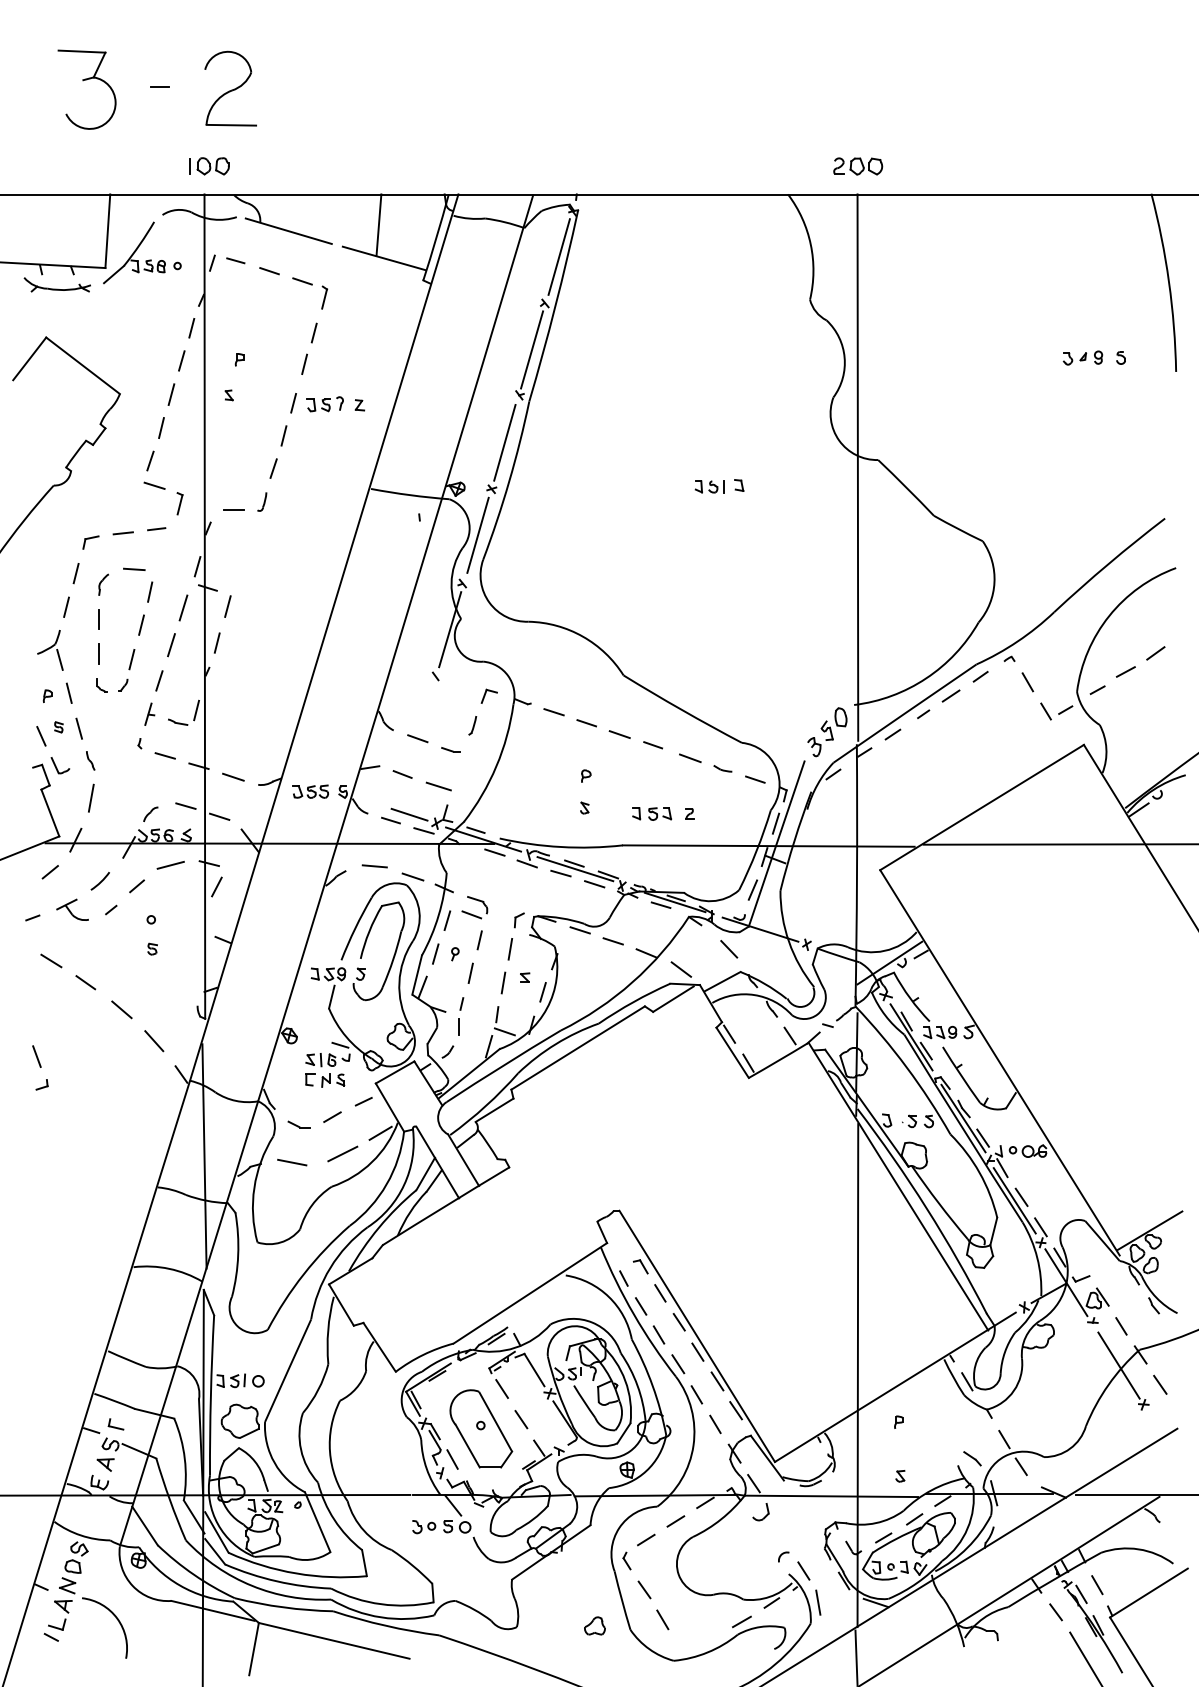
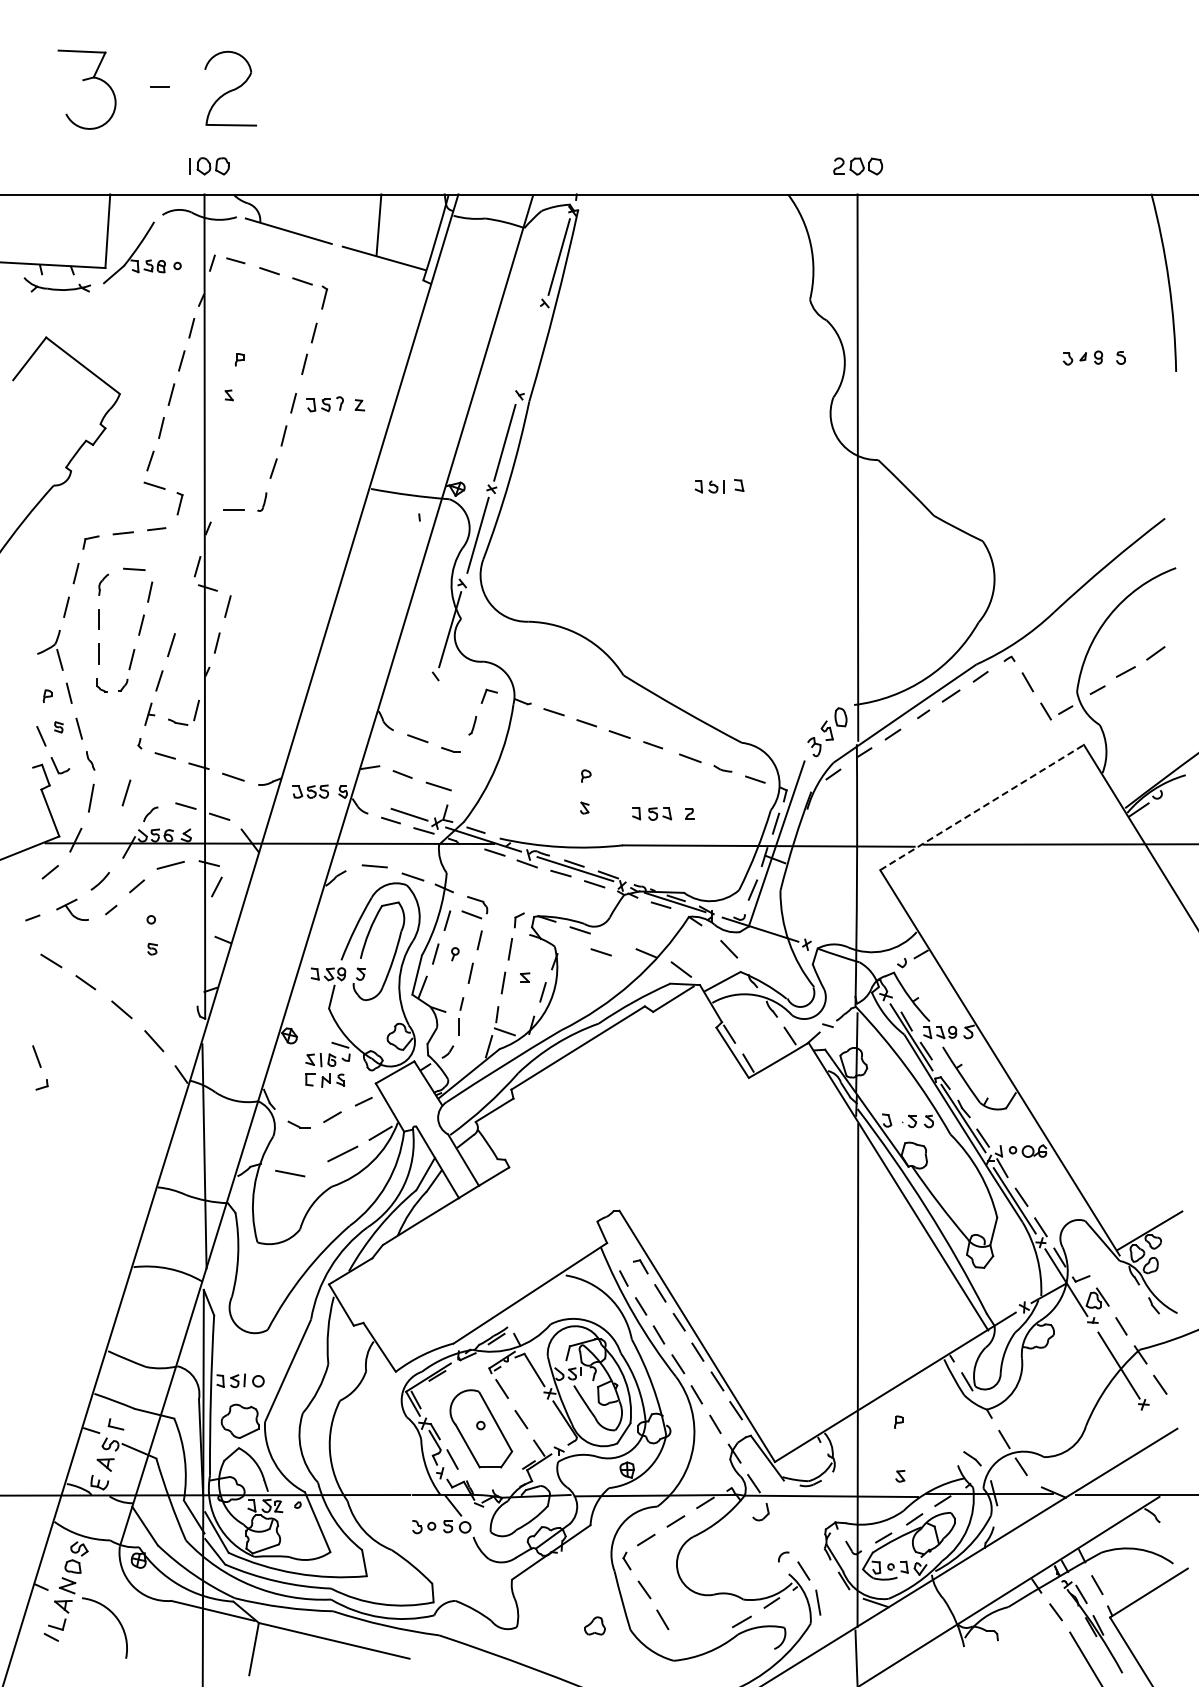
line at (532, 349): present -> none
line at (183, 607) position: (183, 607) -> (126, 792)
line at (982, 807): solid -> dashed
line at (612, 941) position: (612, 941) -> (600, 952)
line at (889, 962): present -> none
line at (292, 1162) position: (292, 1162) -> (290, 1173)
